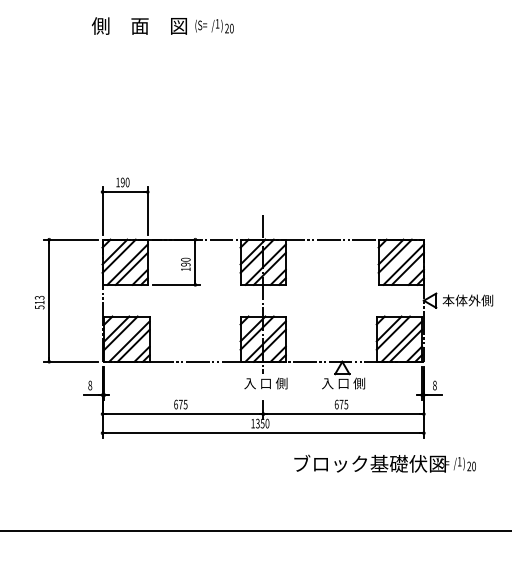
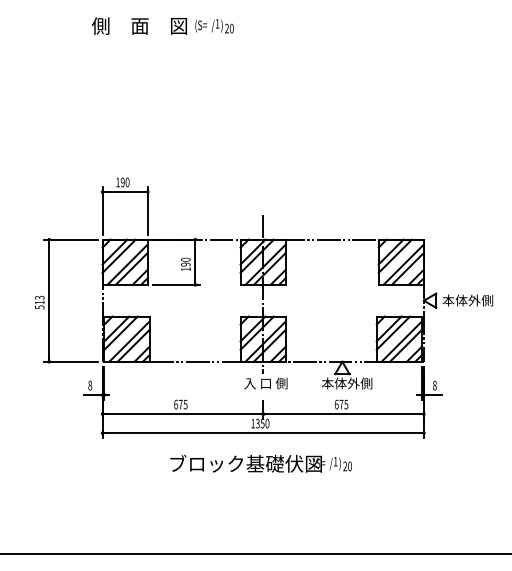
text at (346, 383): 入 口 側 -> 本体外側
text at (384, 463) position: (384, 463) -> (260, 463)
line at (255, 530) position: (255, 530) -> (255, 553)
